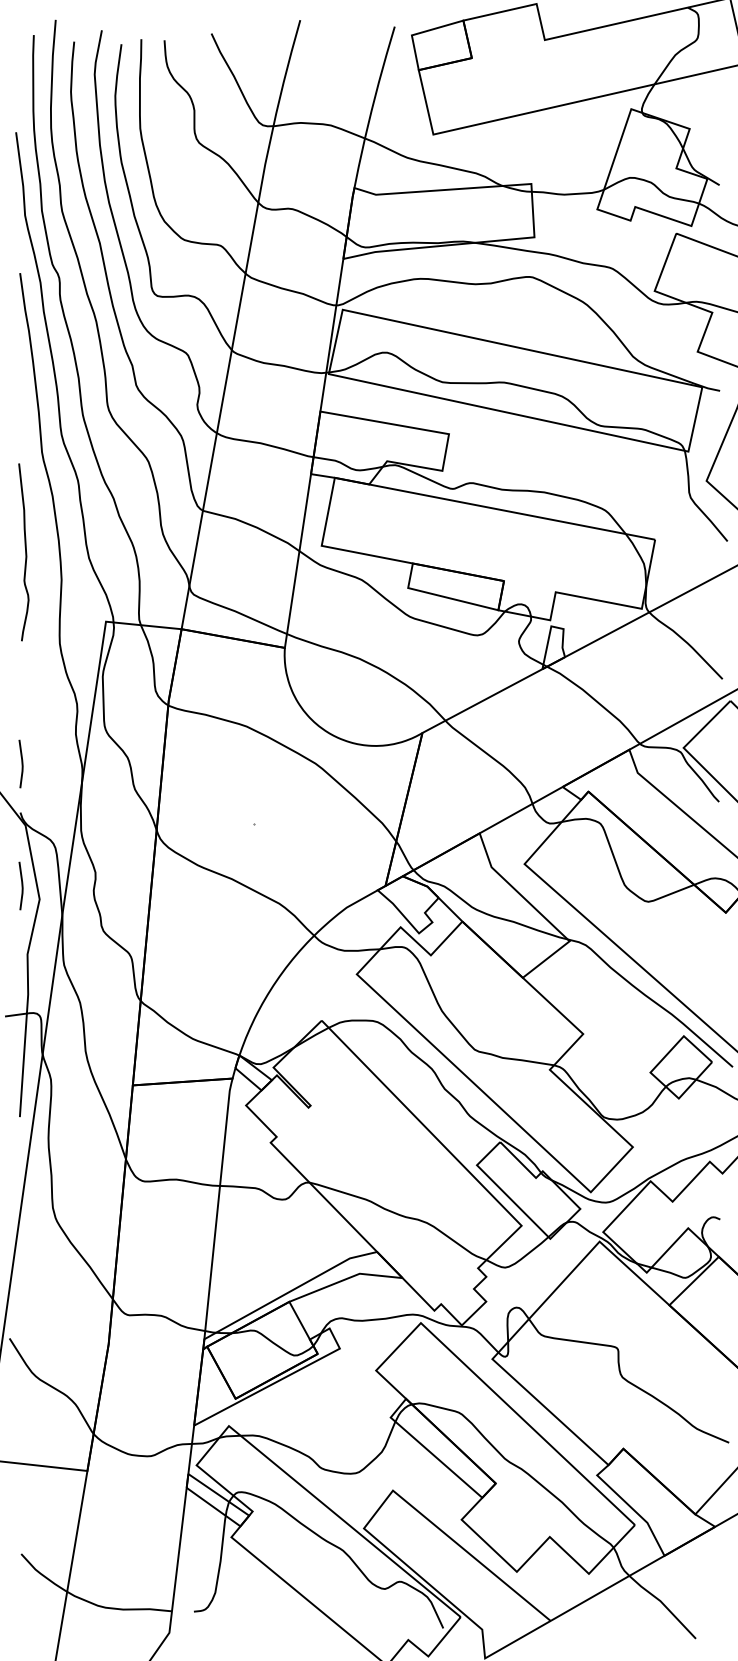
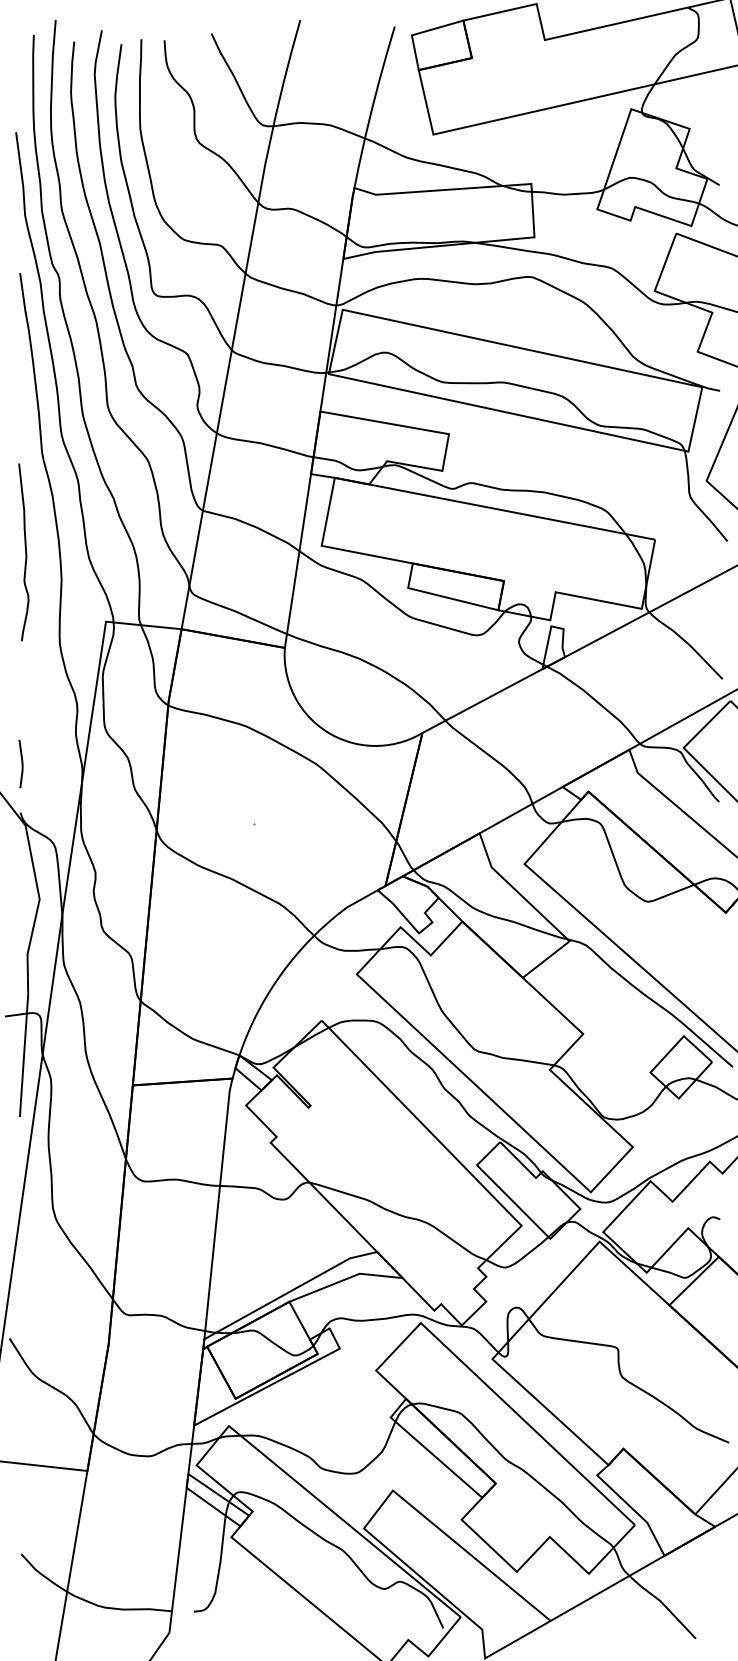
line at (21, 885): present -> none
